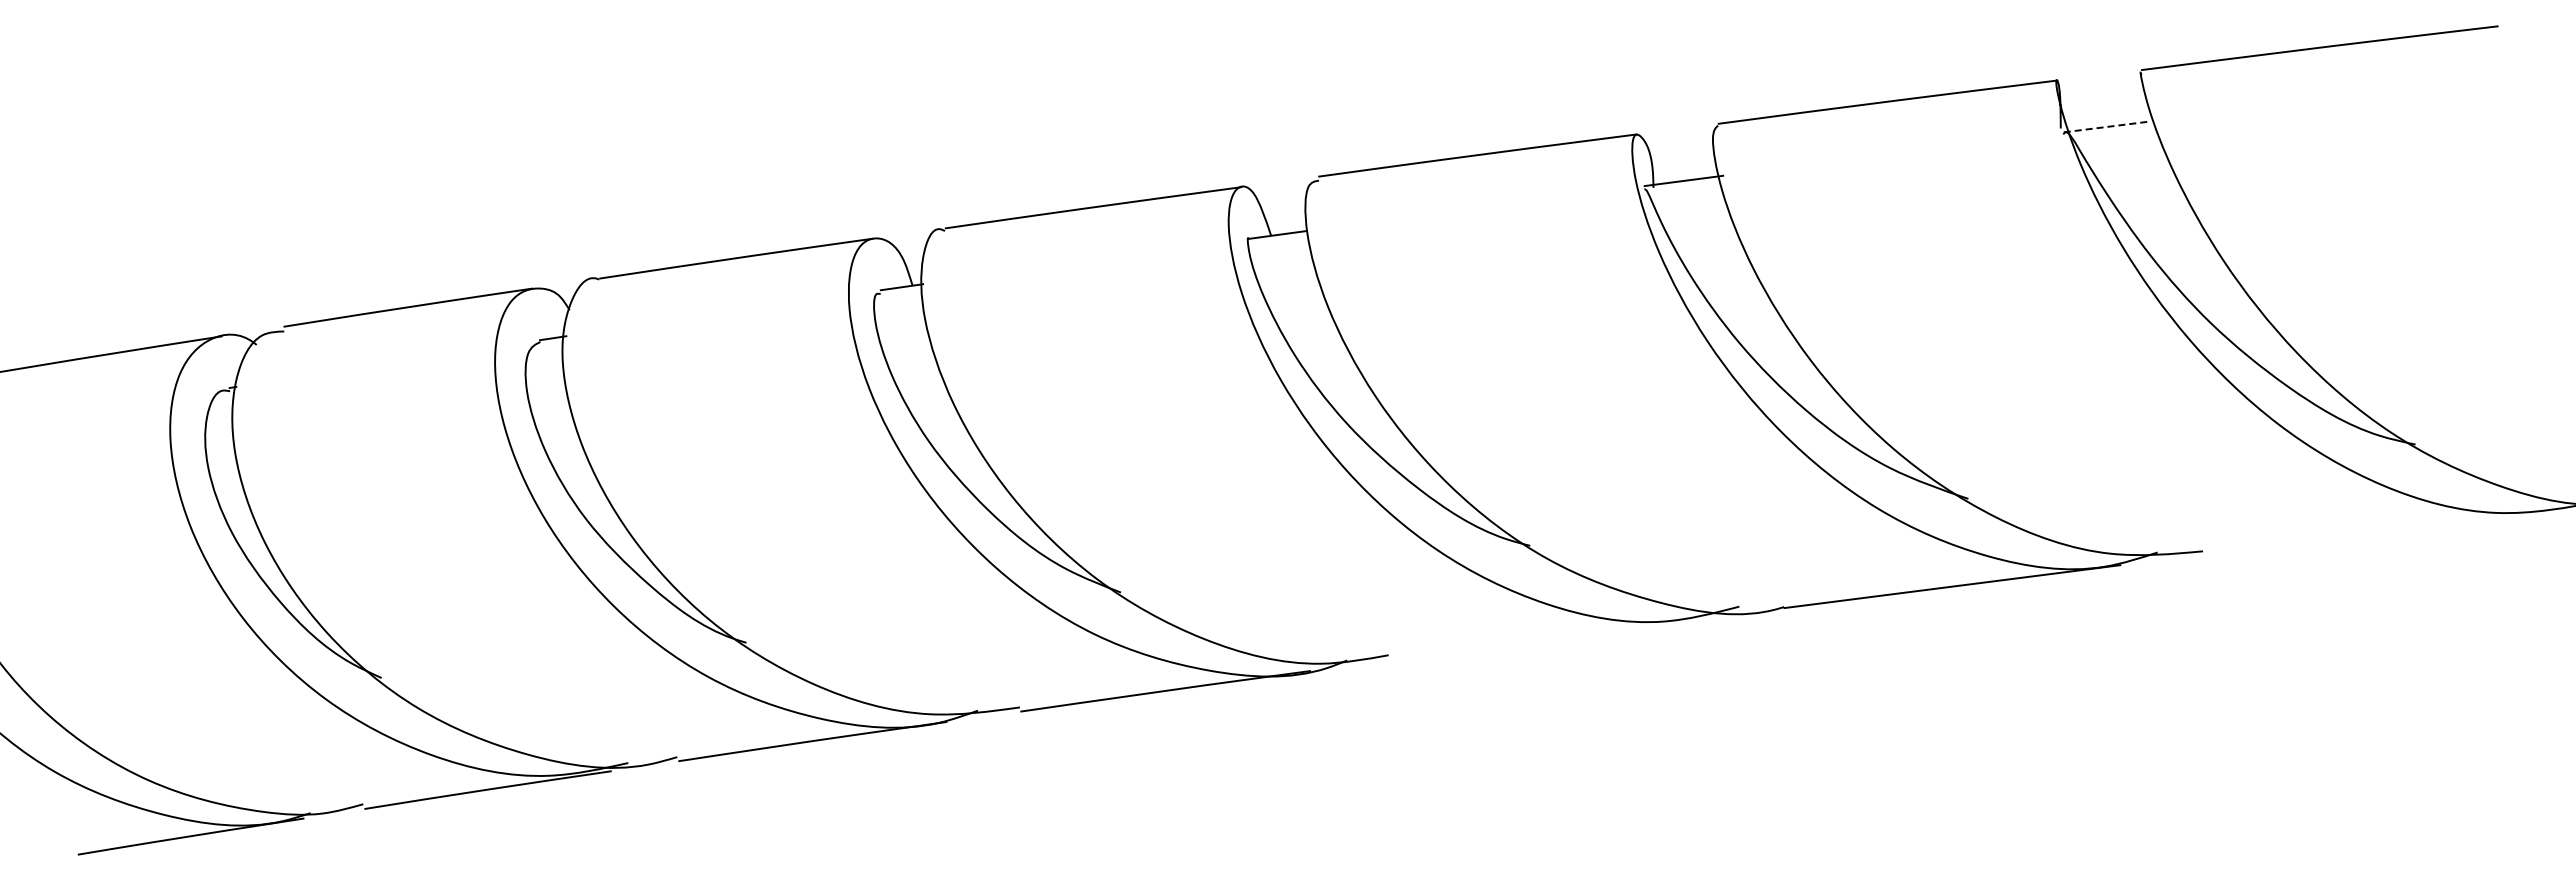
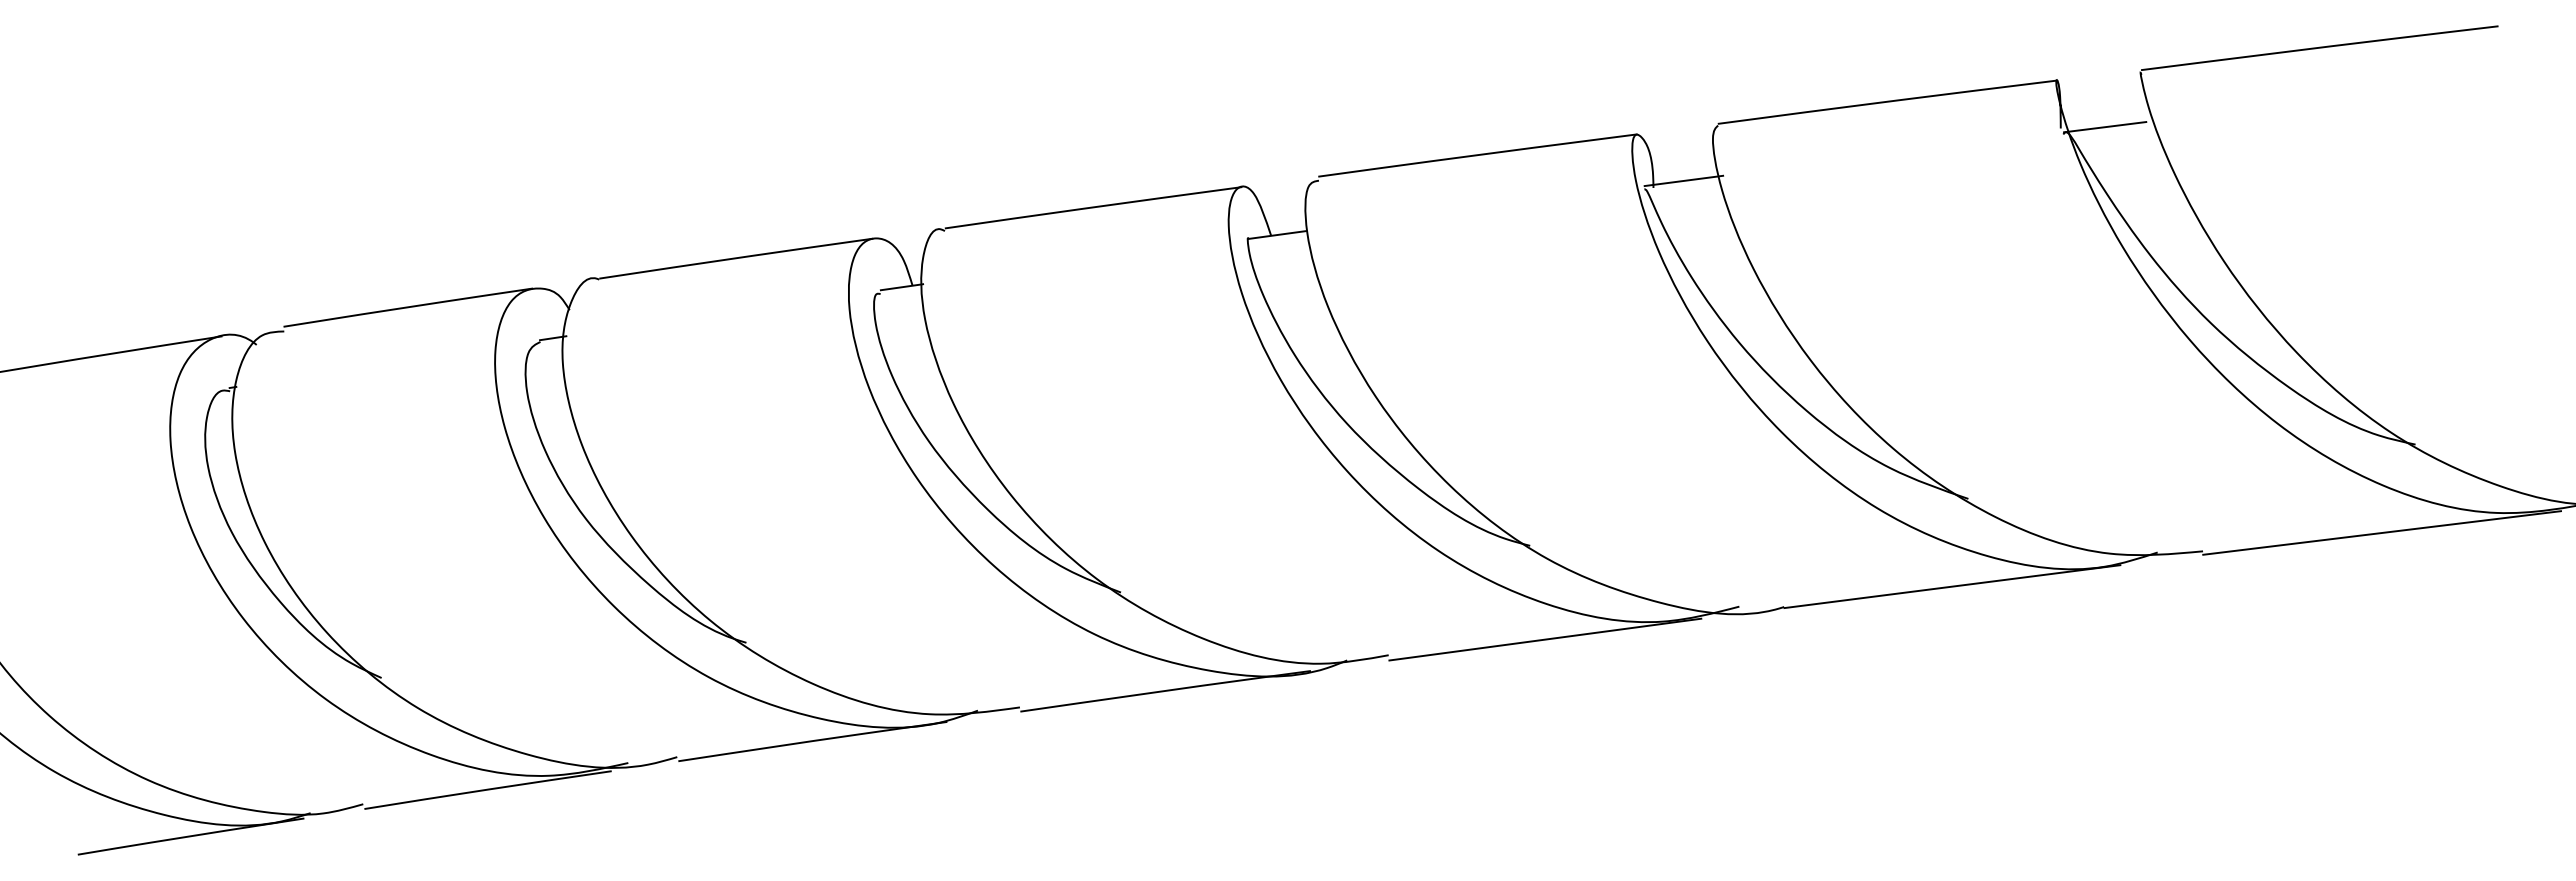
line at (2105, 127): dashed -> solid
line at (2382, 532): none -> present
line at (1545, 639): none -> present
